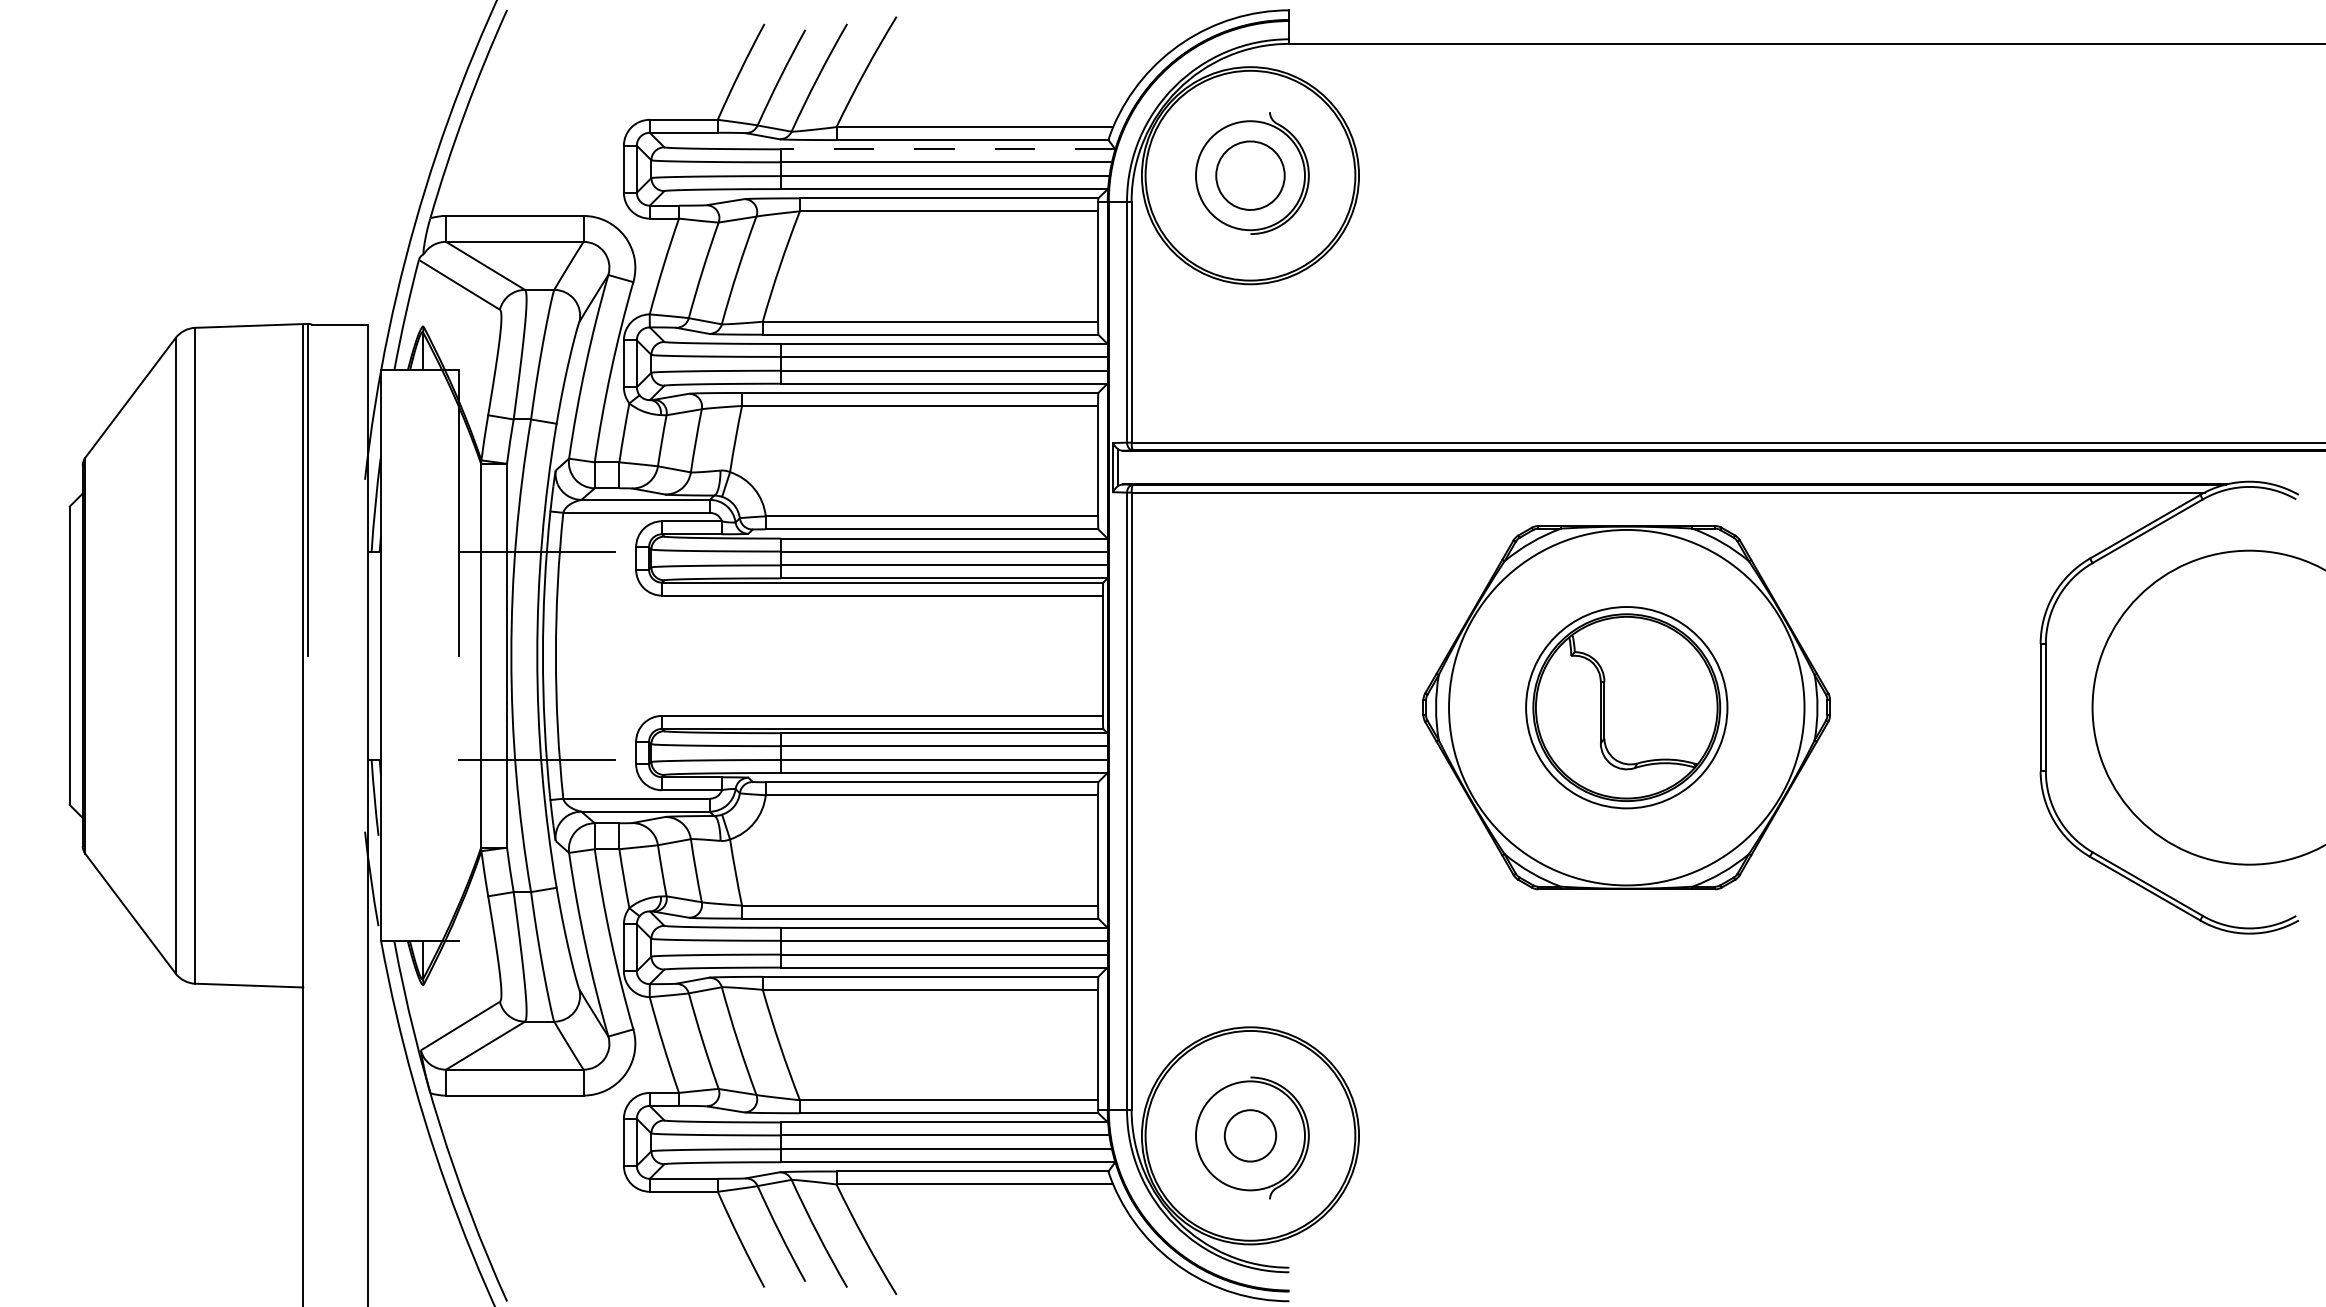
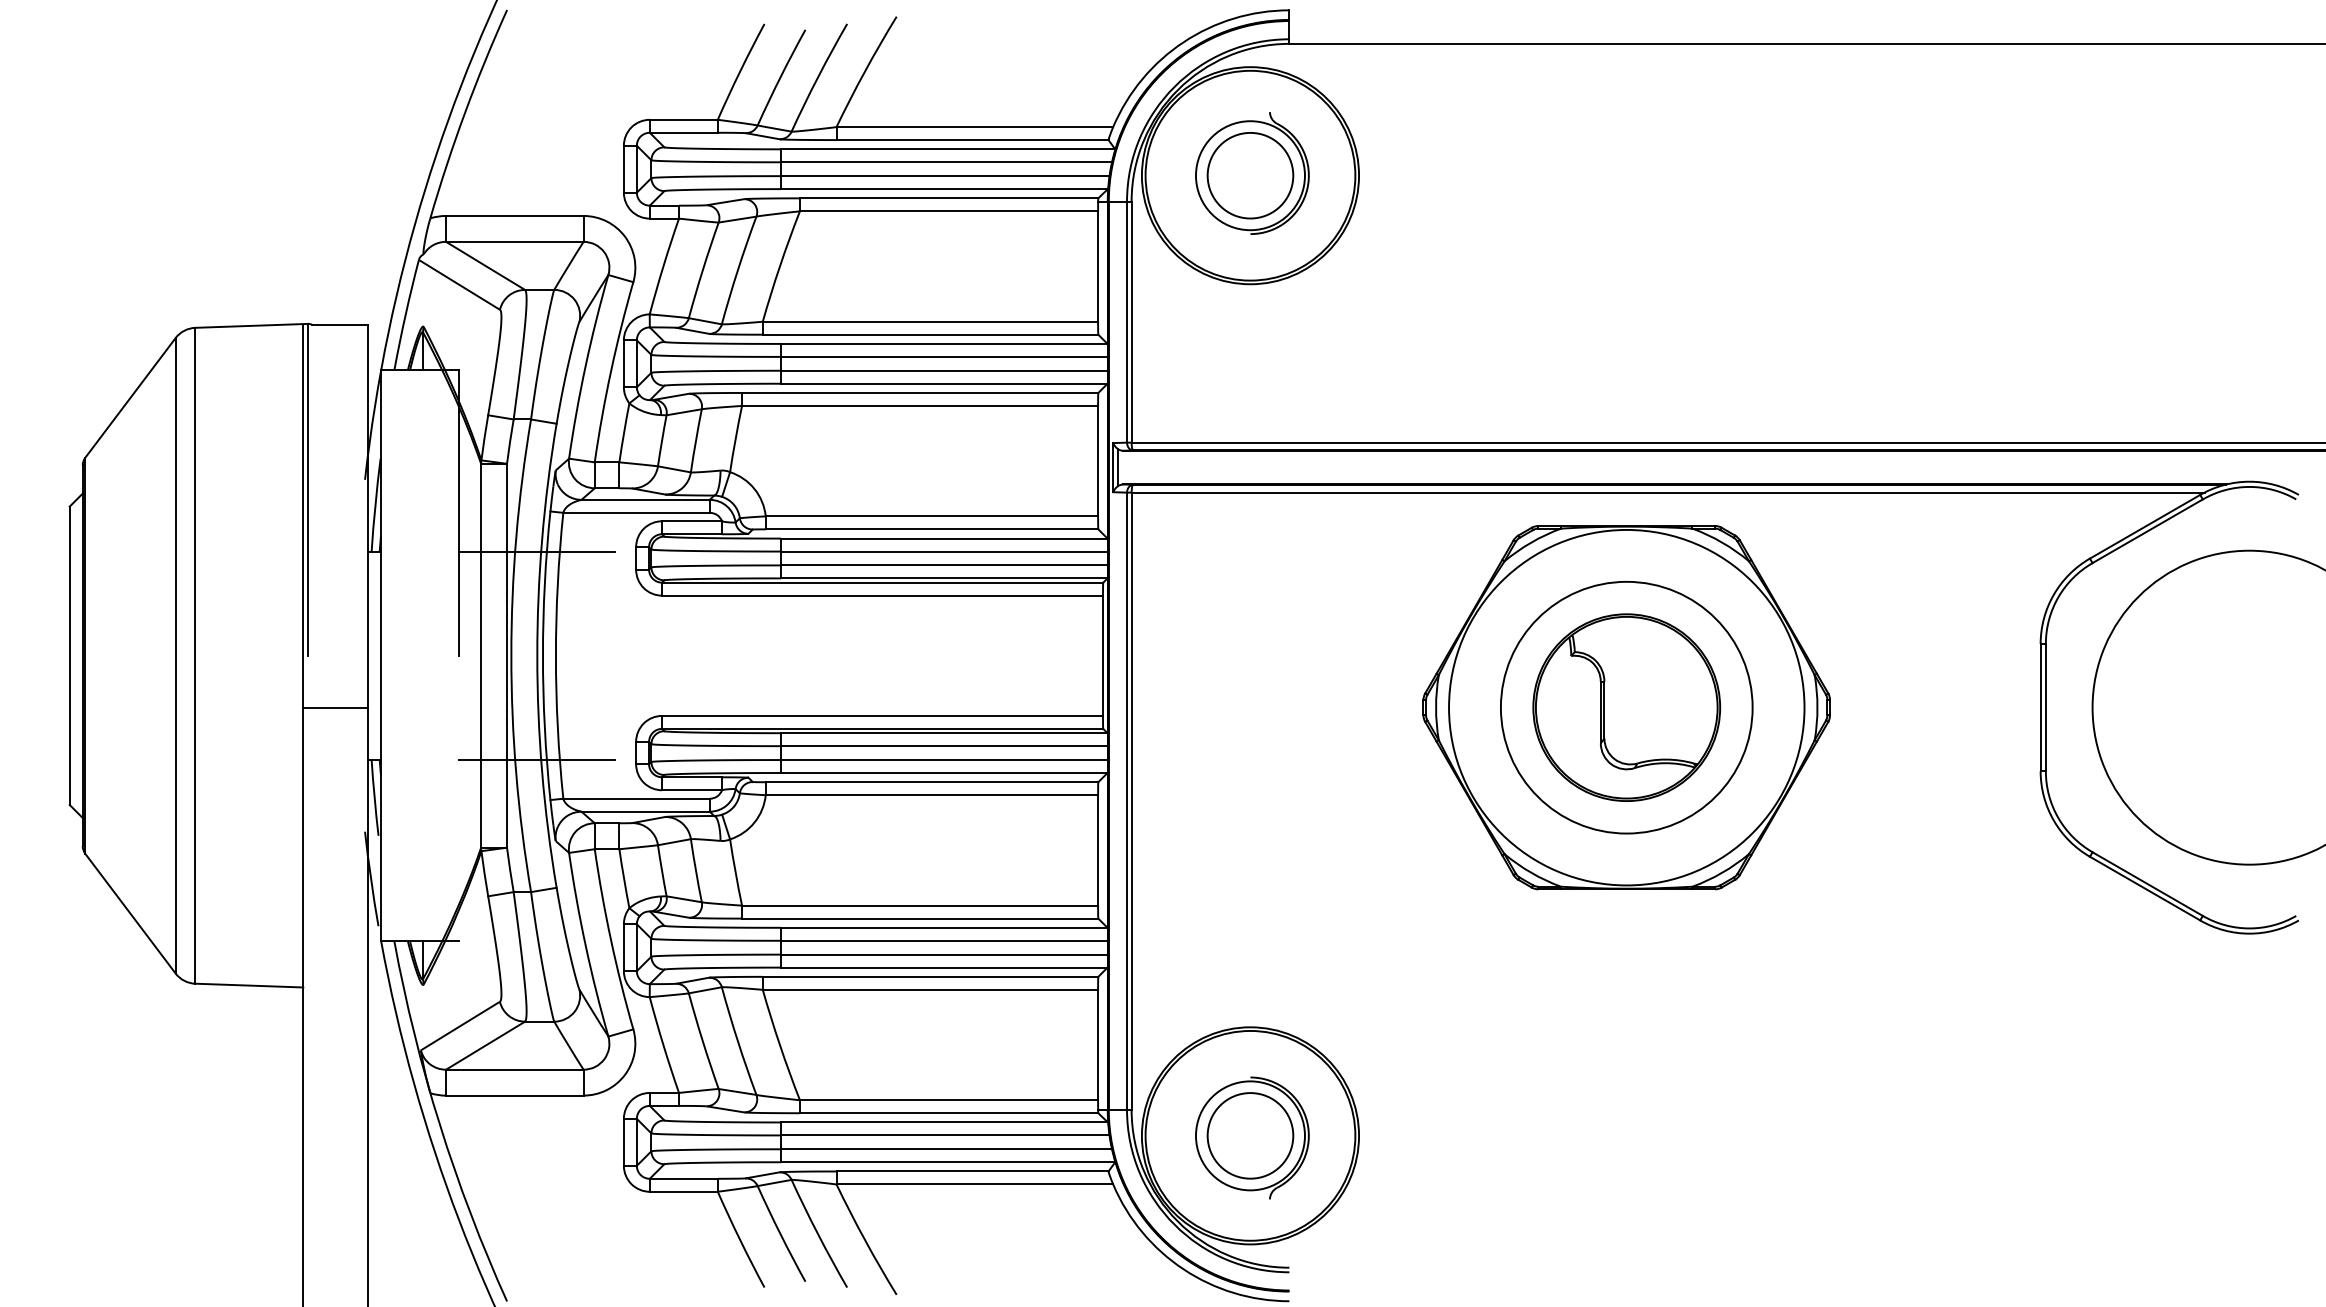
line at (947, 149): dashed -> solid
circle at (1250, 175) diameter: 68 px -> 86 px
line at (335, 707): none -> present
circle at (1626, 707) diameter: 201 px -> 252 px
circle at (1250, 1135) diameter: 51 px -> 86 px
